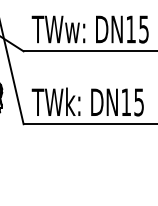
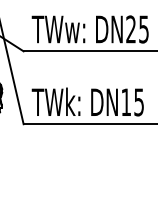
text at (130, 29): DN15 -> DN25
